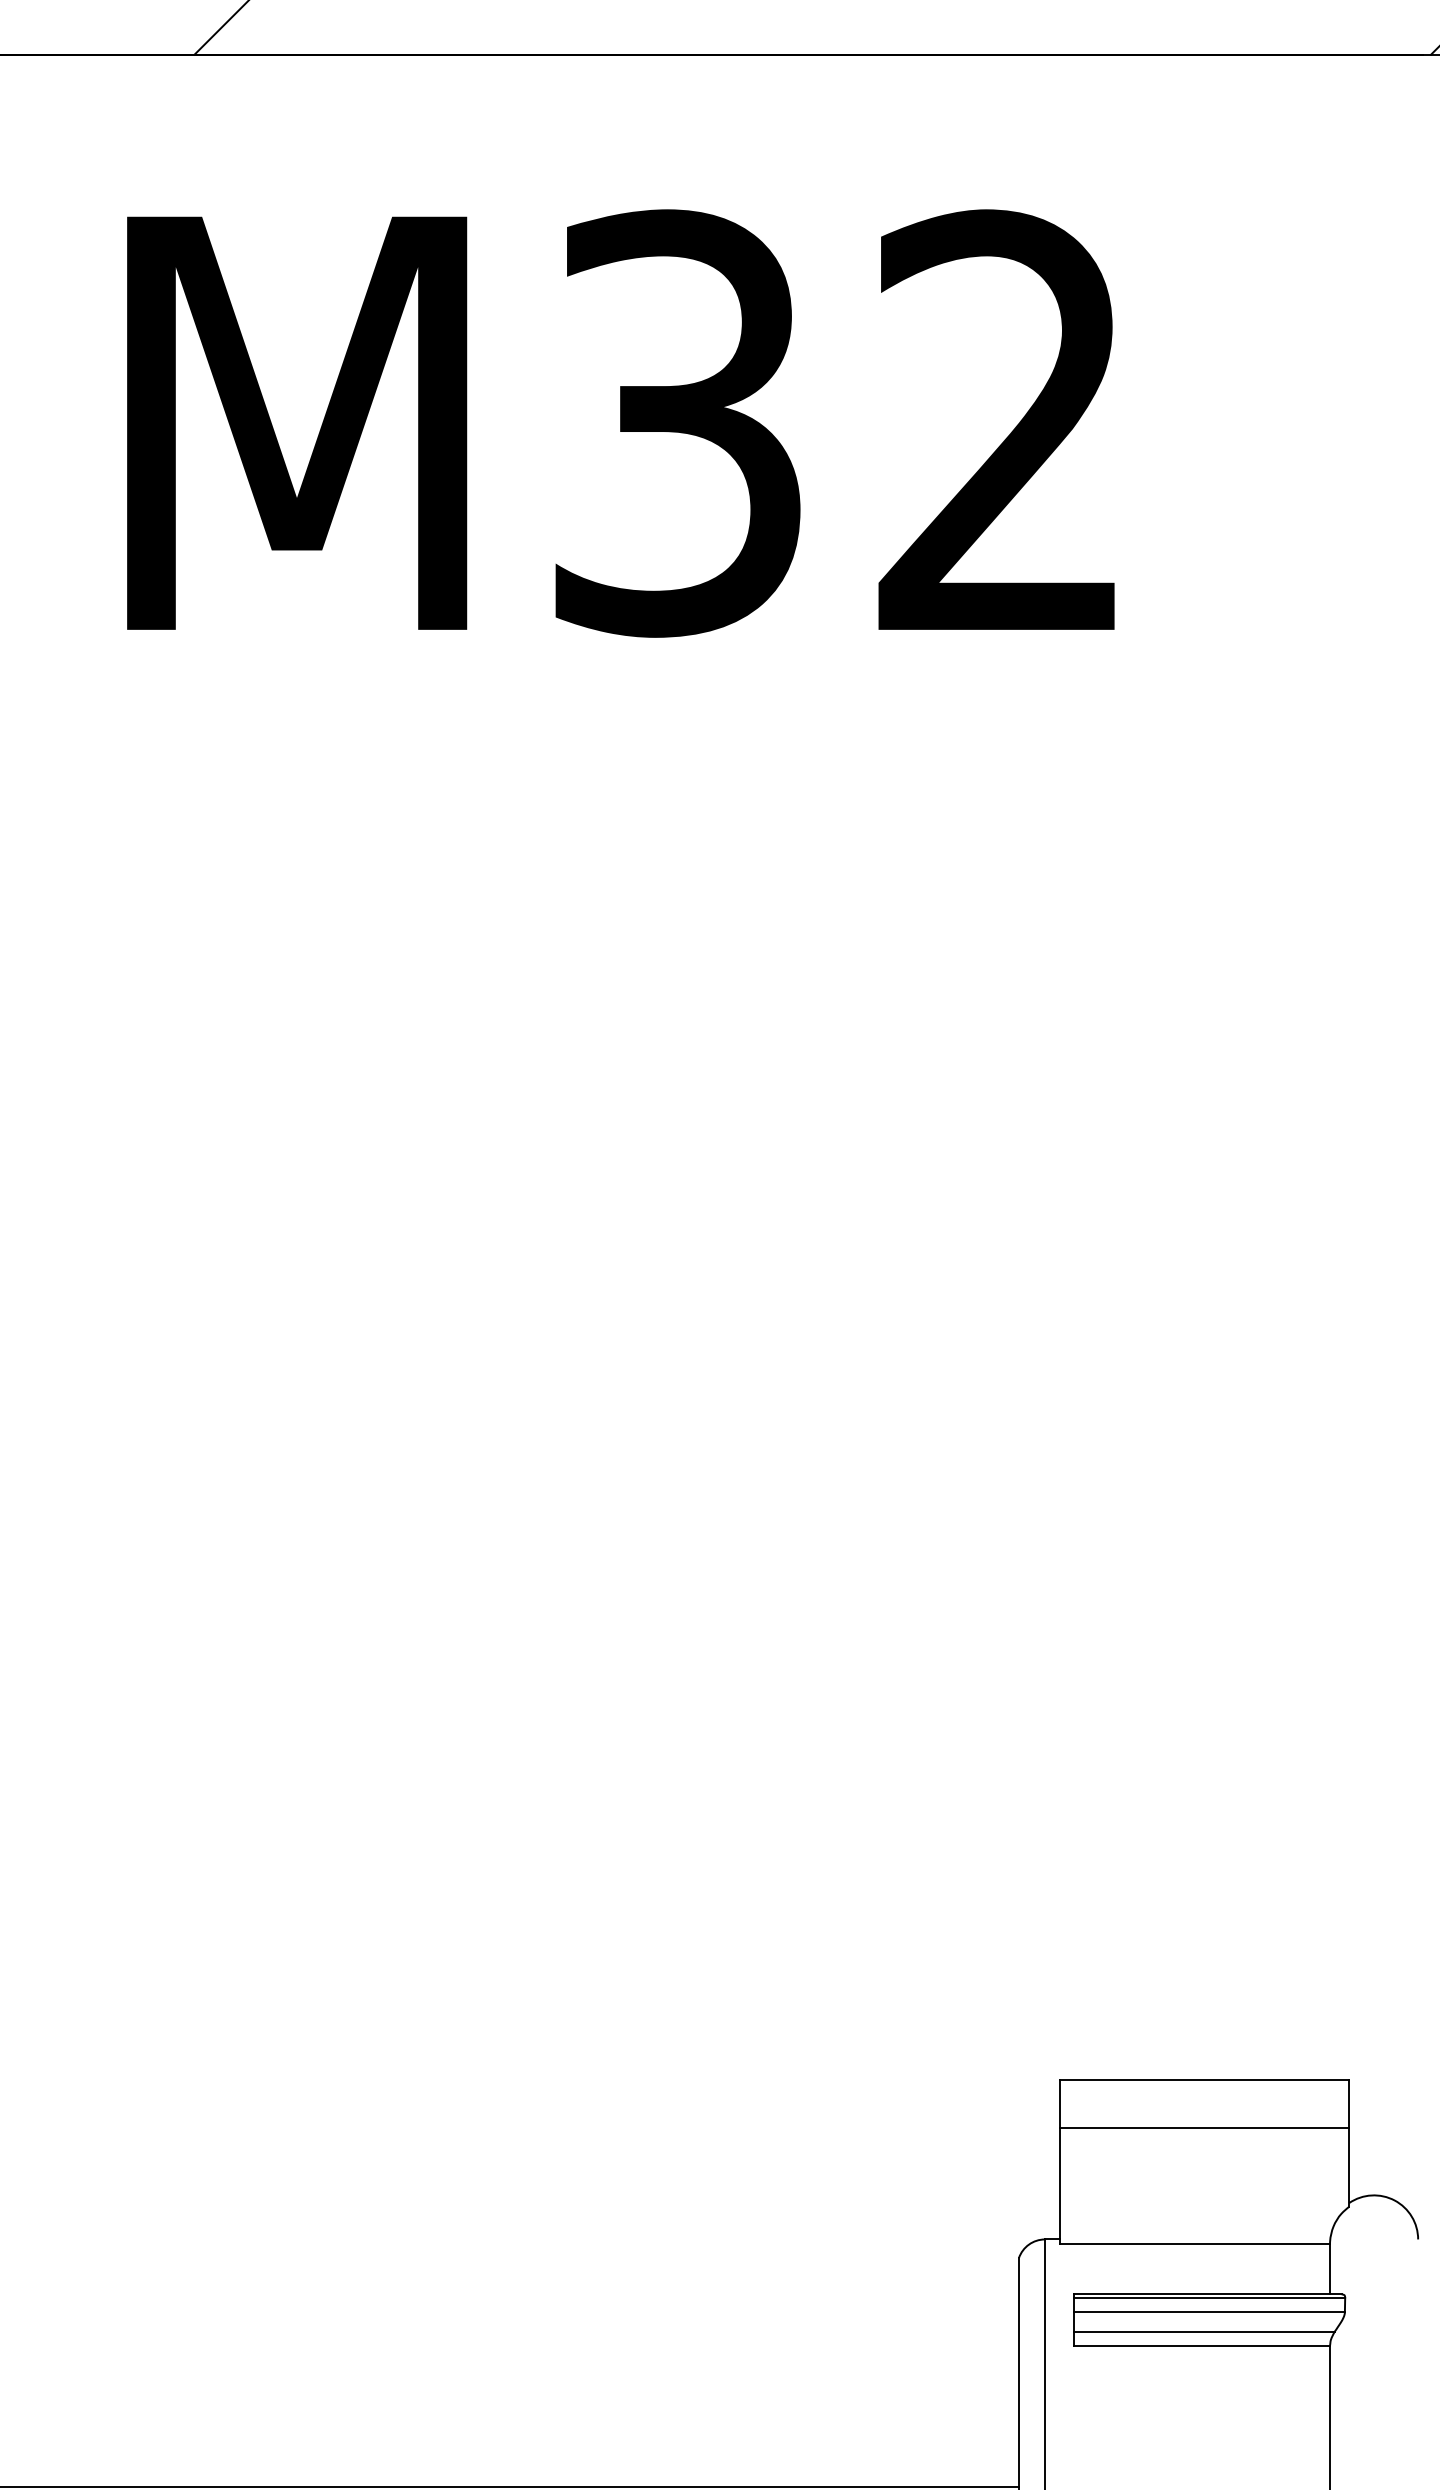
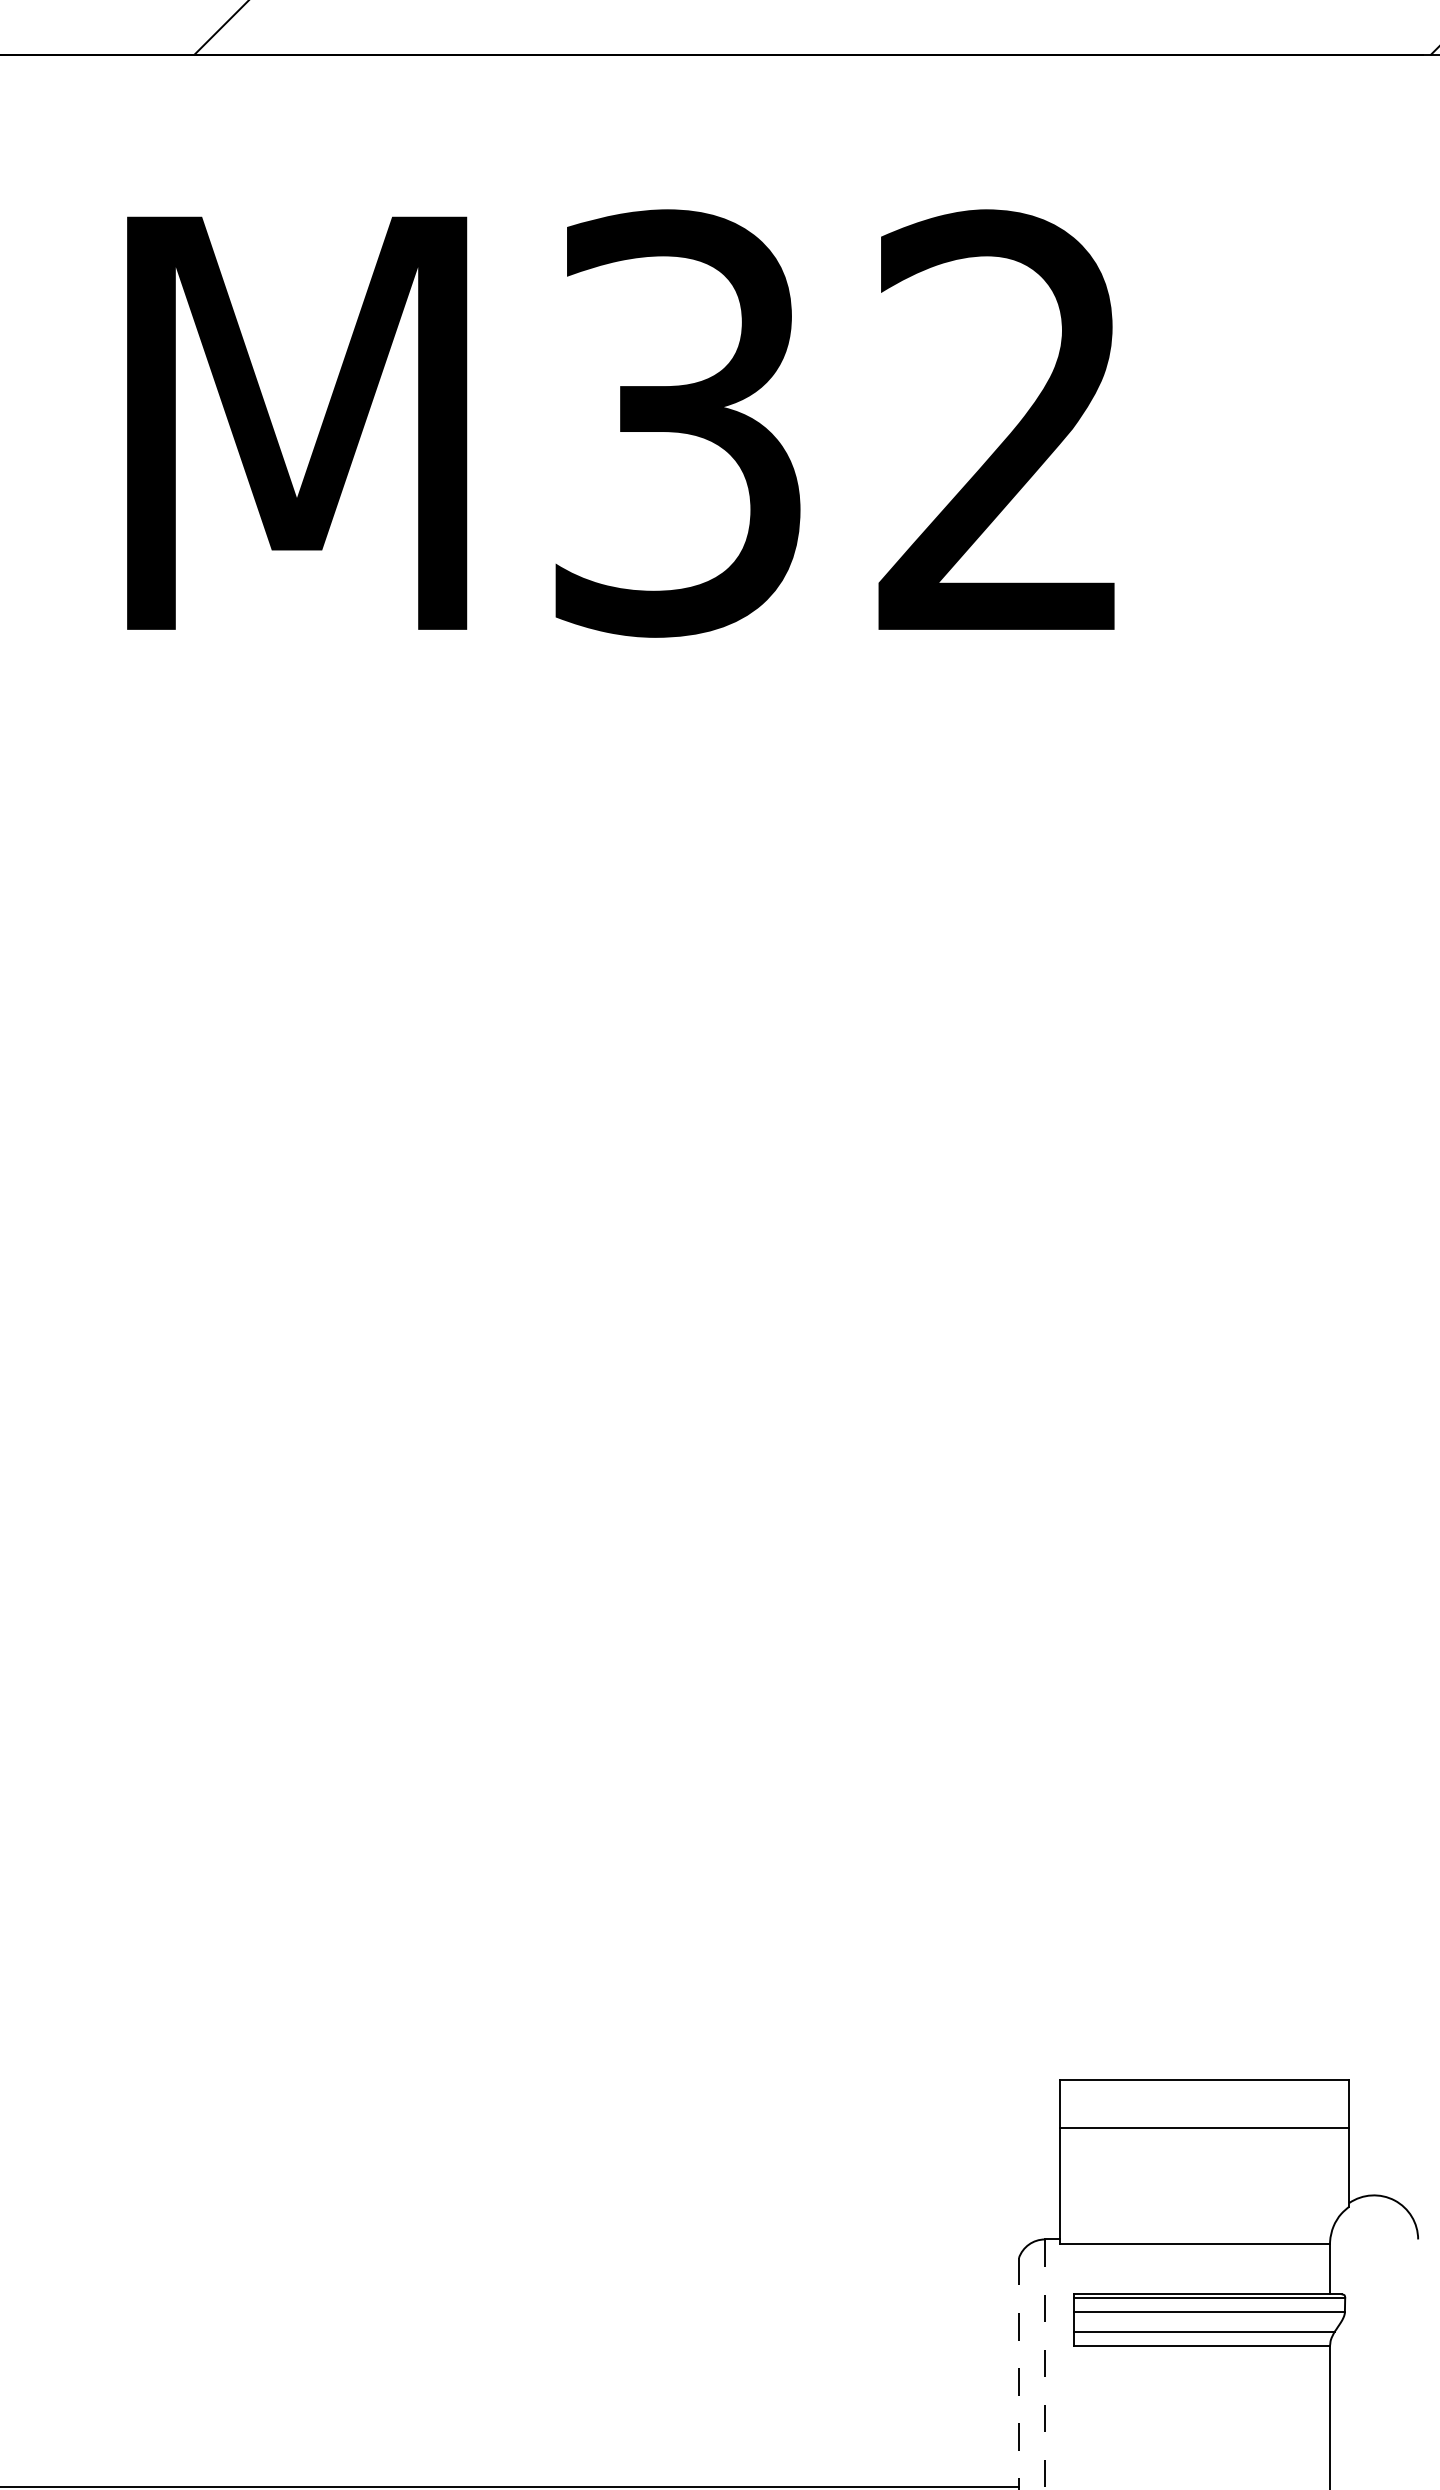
line at (1045, 2364): solid -> dashed
line at (1018, 2373): solid -> dashed
